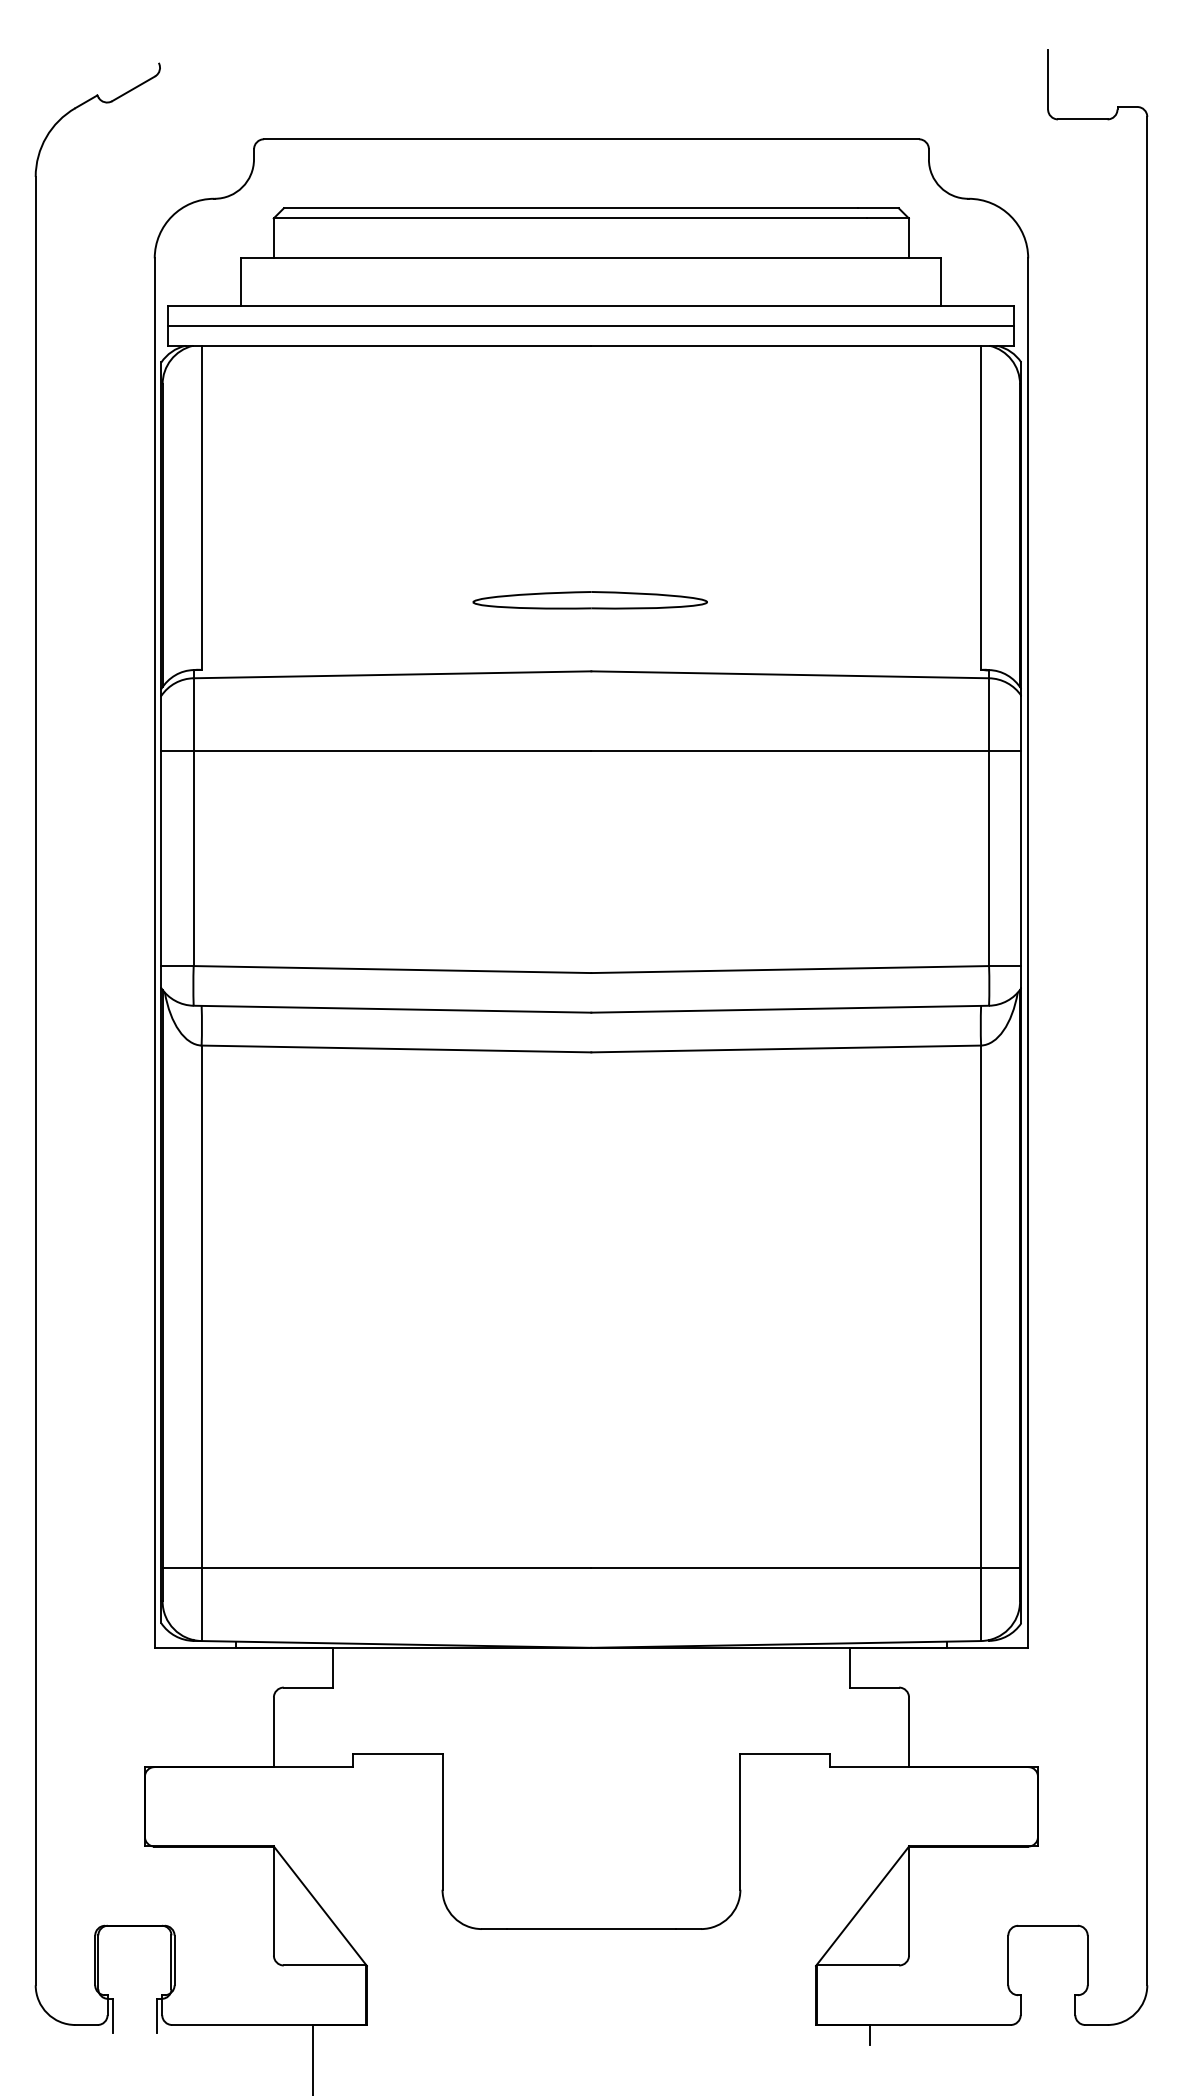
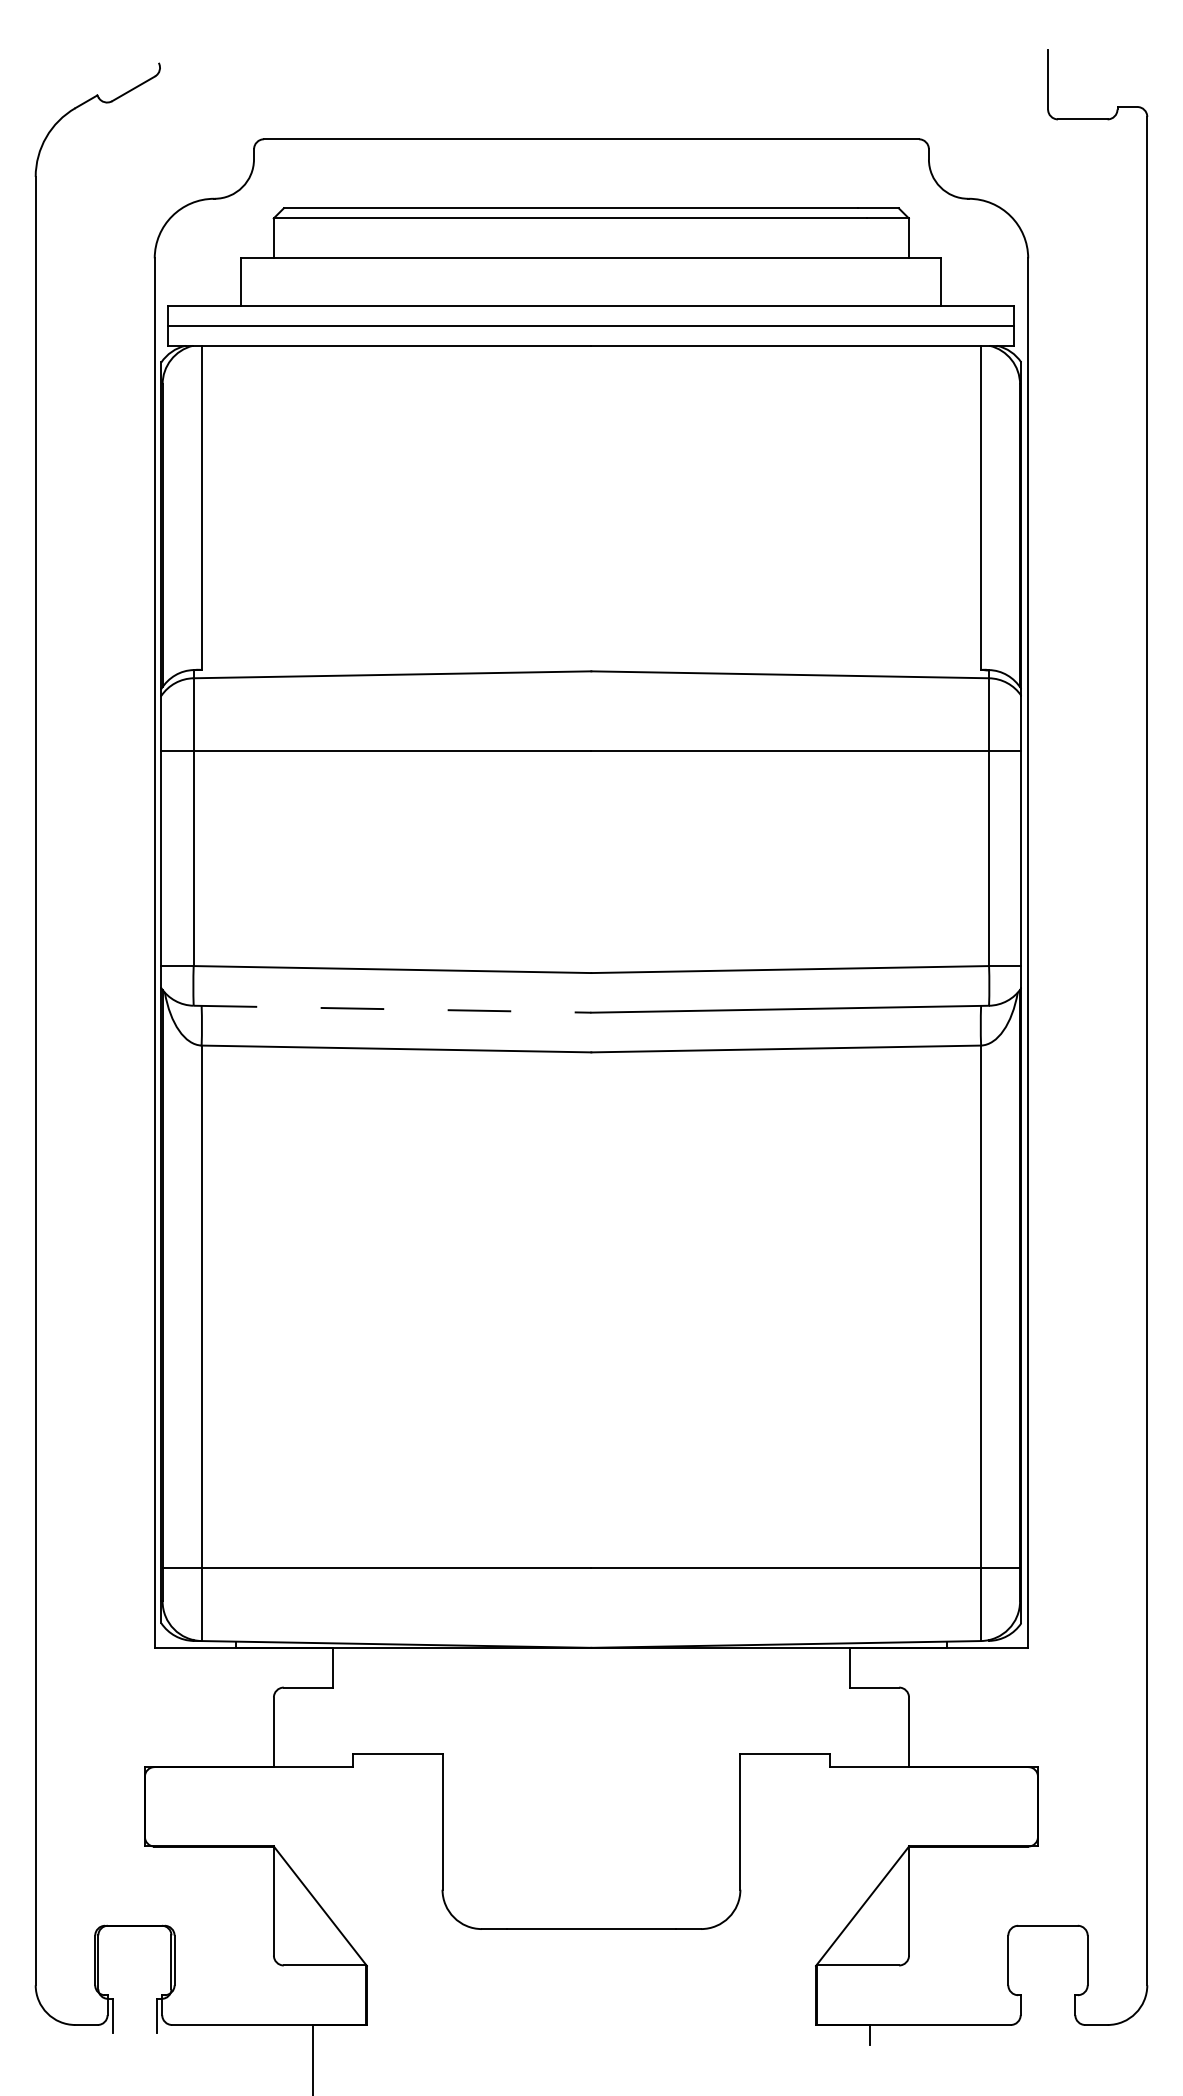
part at (589, 600): present -> none
line at (392, 1009): solid -> dashed
